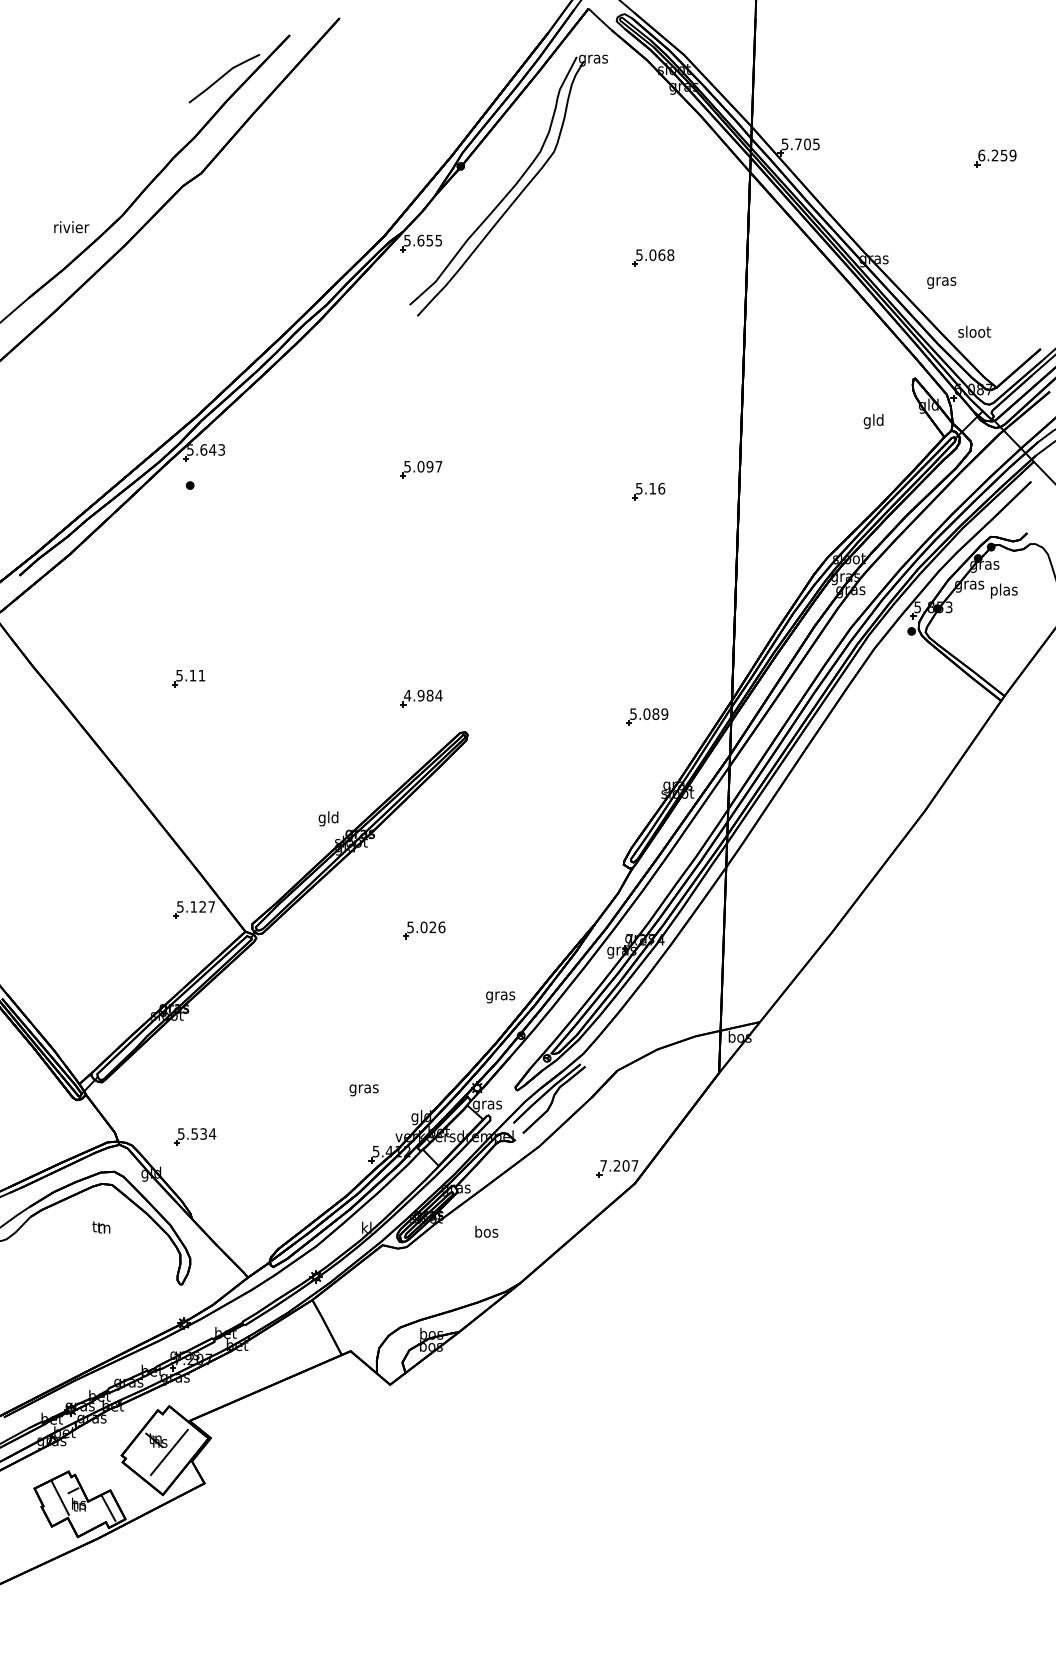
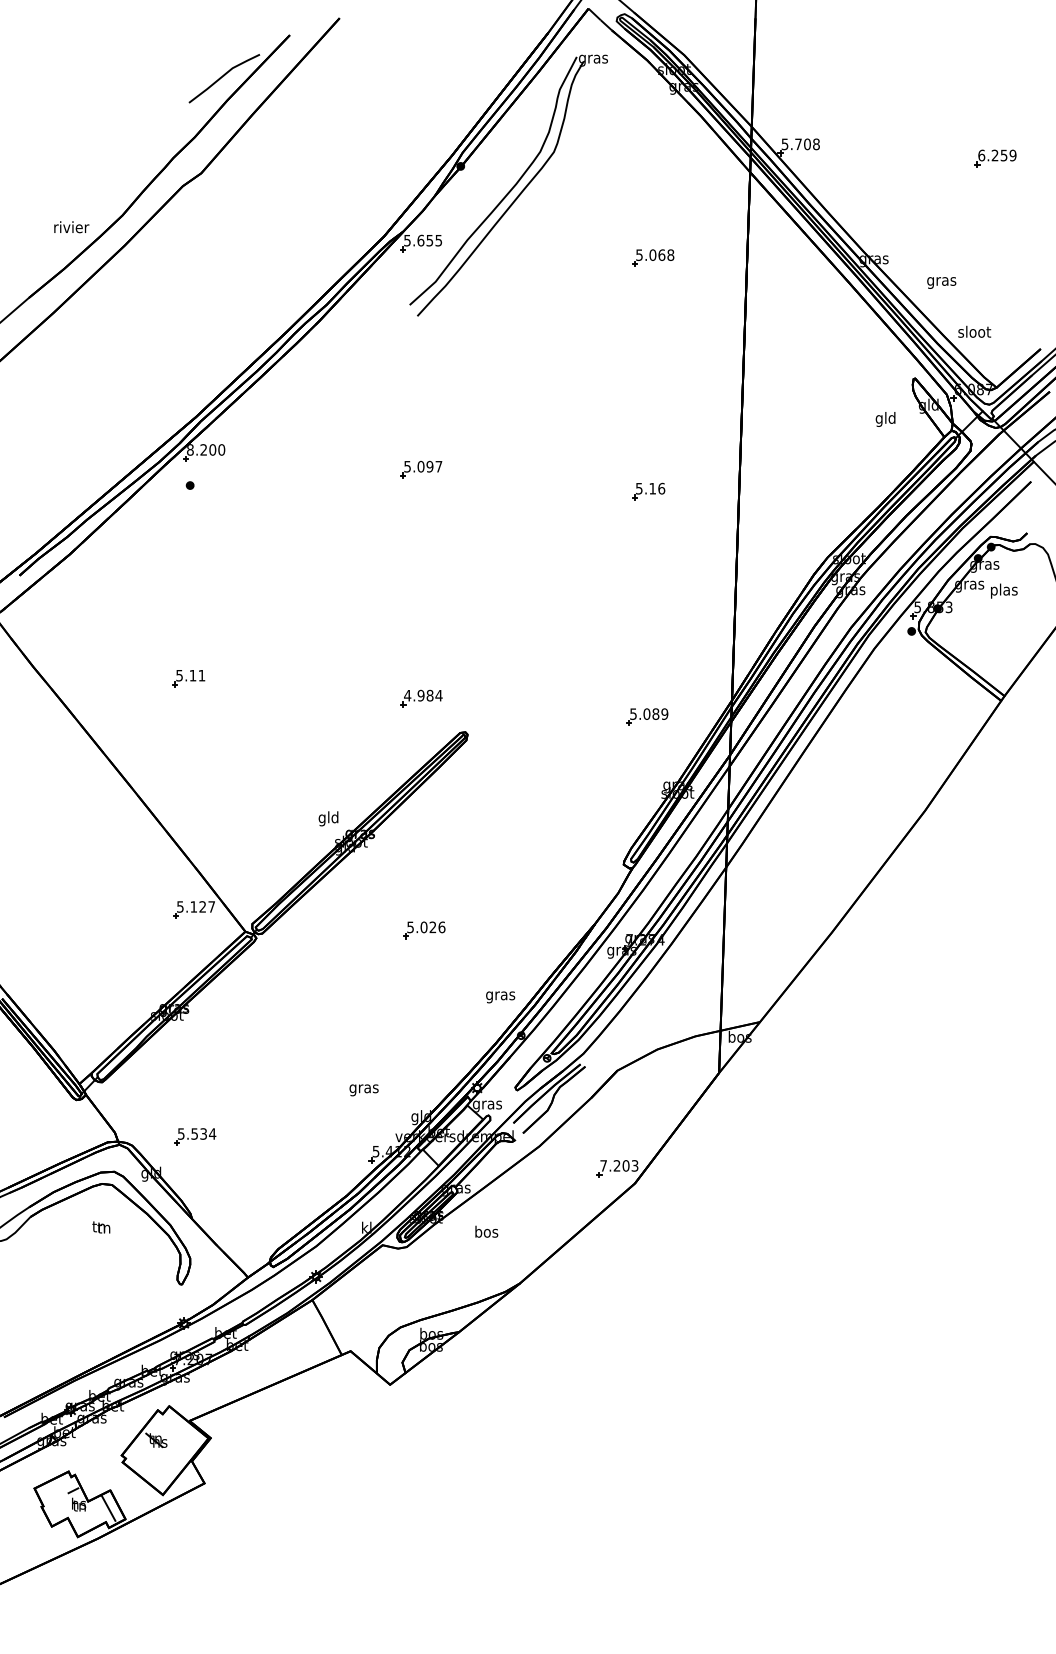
text at (816, 144): 5.705 -> 5.708
text at (873, 421) position: (873, 421) -> (885, 419)
text at (206, 449): 5.643 -> 8.200
text at (634, 1165): 7.207 -> 7.203
line at (168, 1451): present -> none
line at (59, 1497): present -> none
